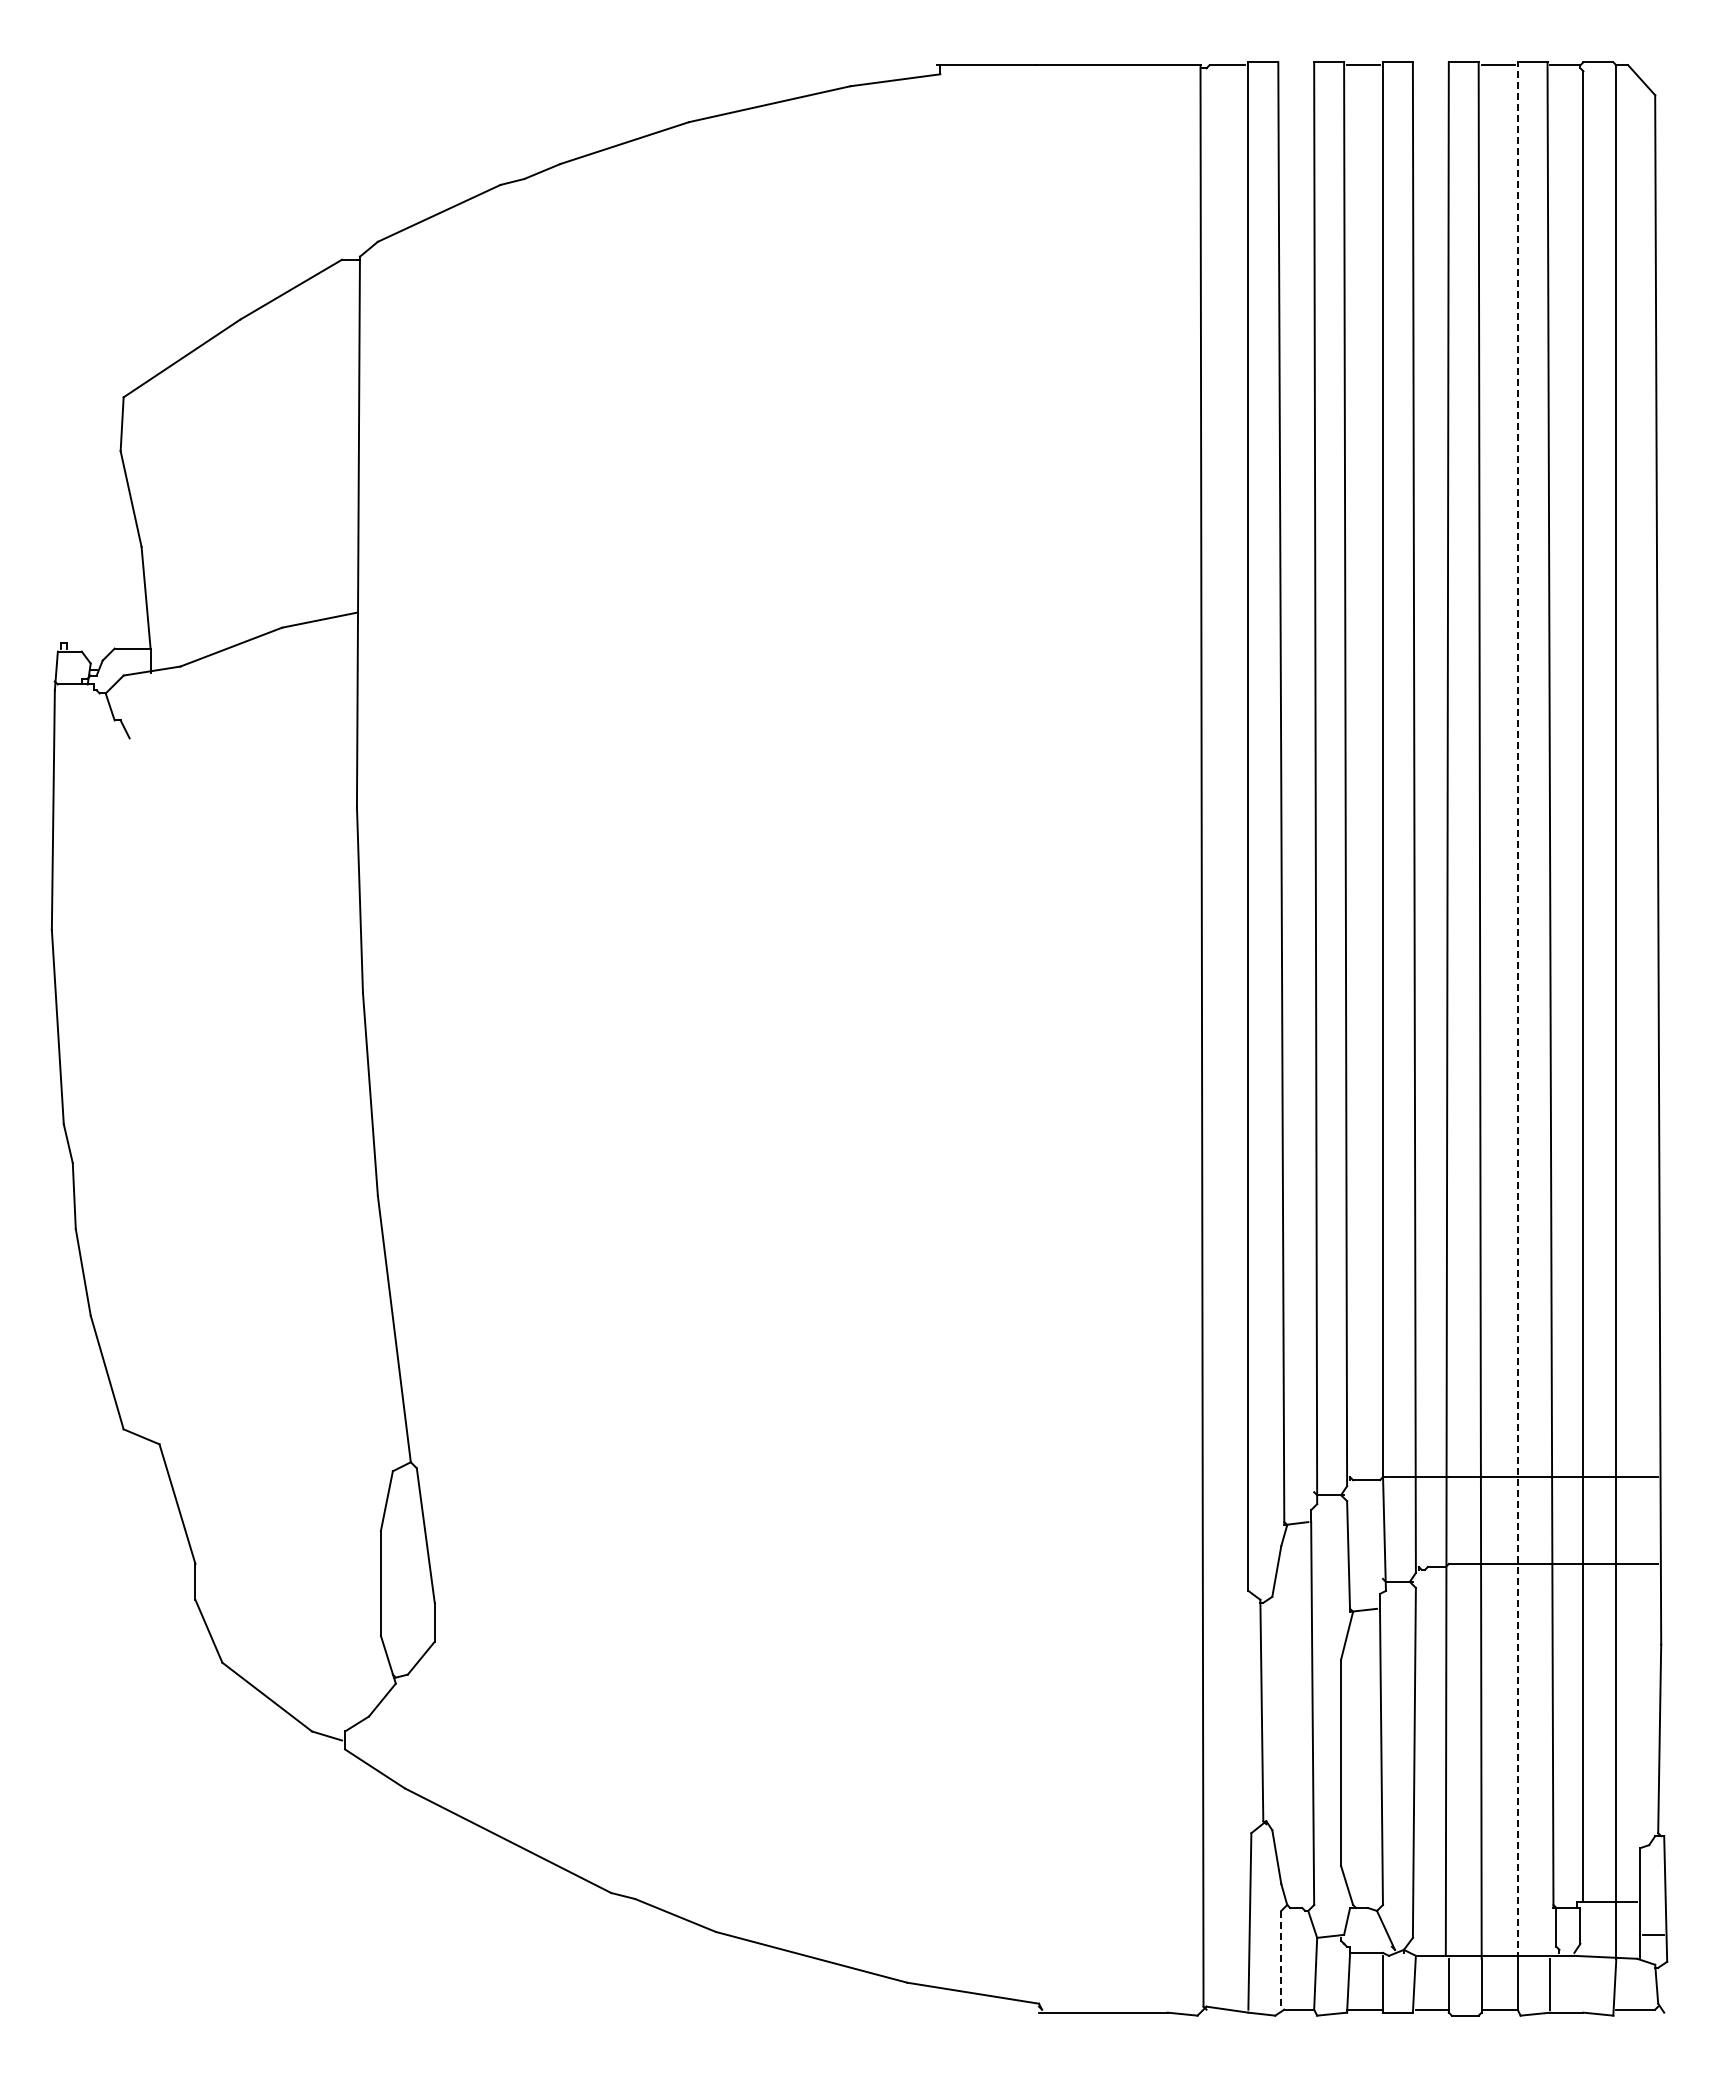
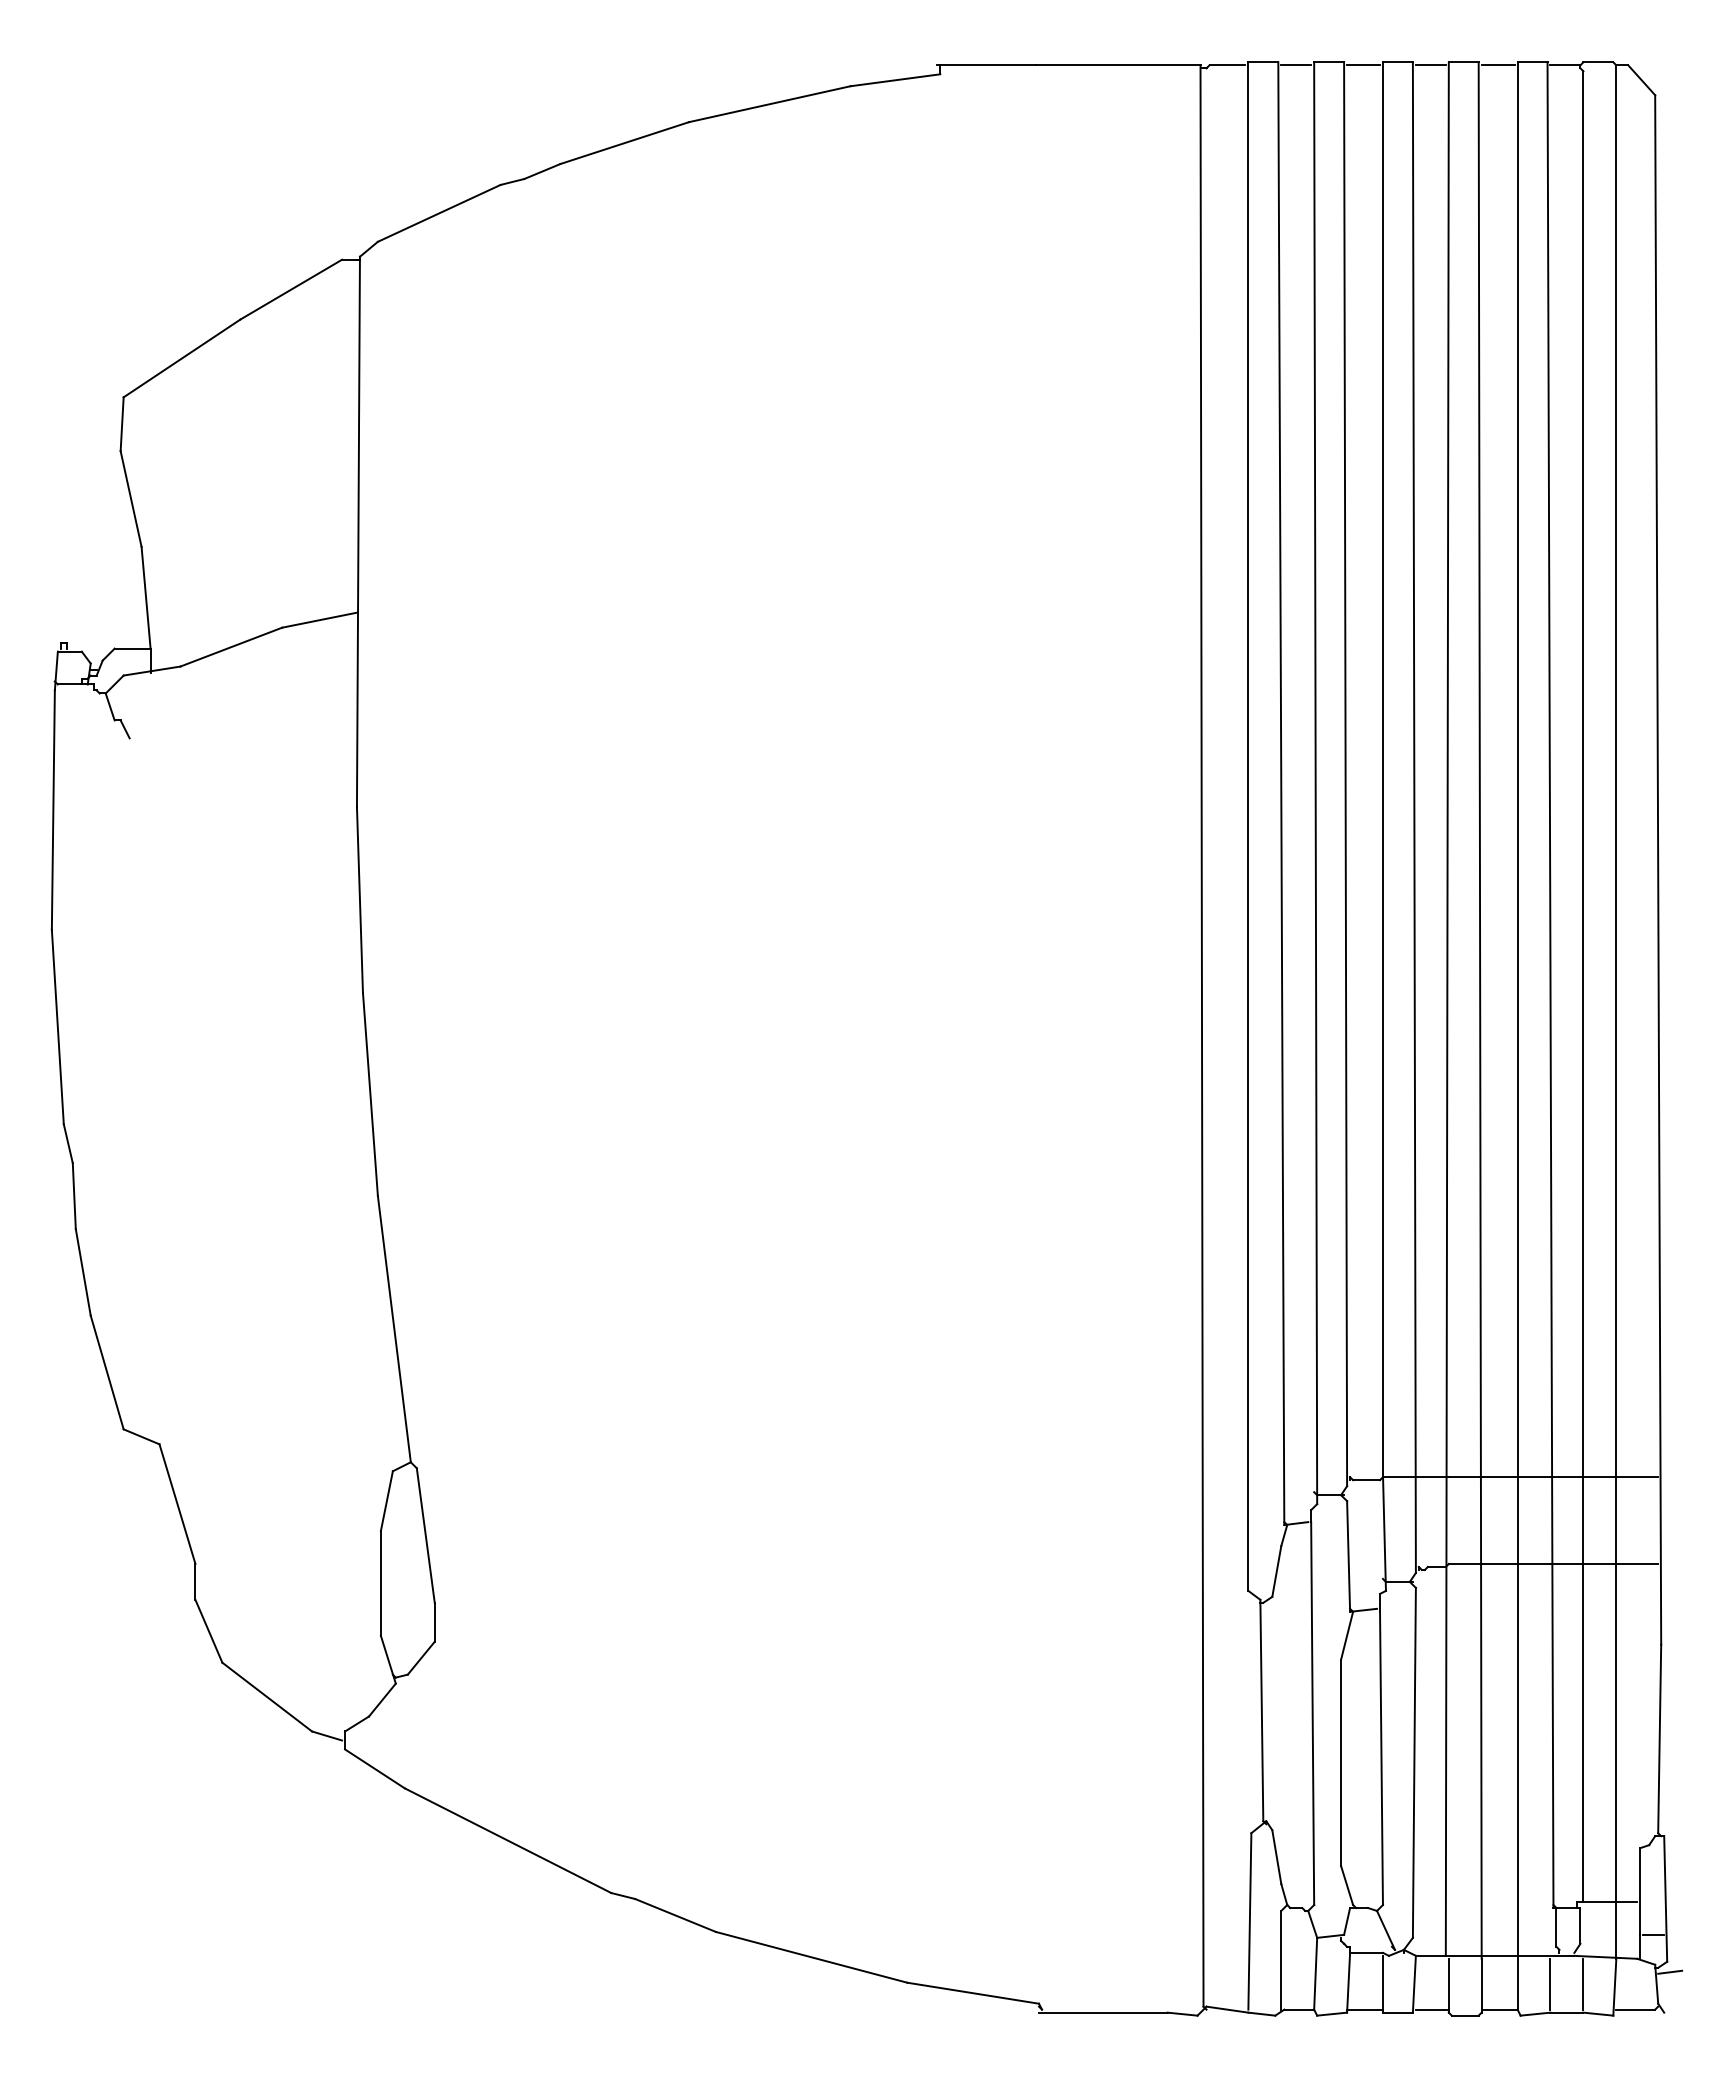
line at (1296, 65): none -> present
line at (1430, 65): none -> present
line at (1517, 1010): dashed -> solid
line at (1281, 1960): dashed -> solid
line at (1670, 1971): none -> present
line at (1583, 1983): none -> present
